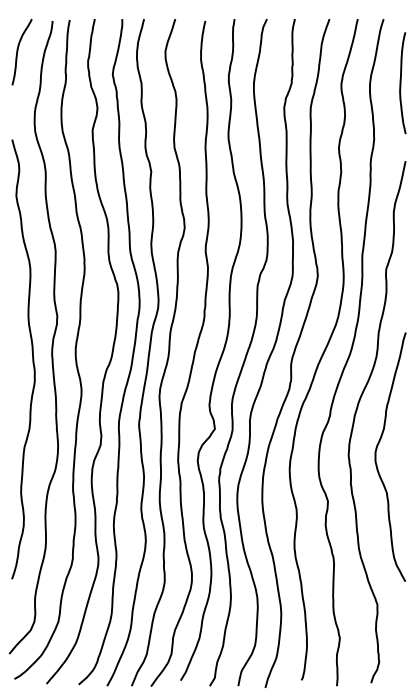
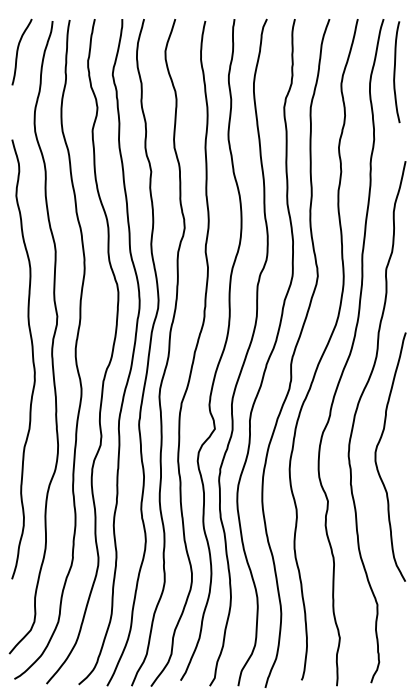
curve at (401, 83) position: (401, 83) -> (395, 72)
